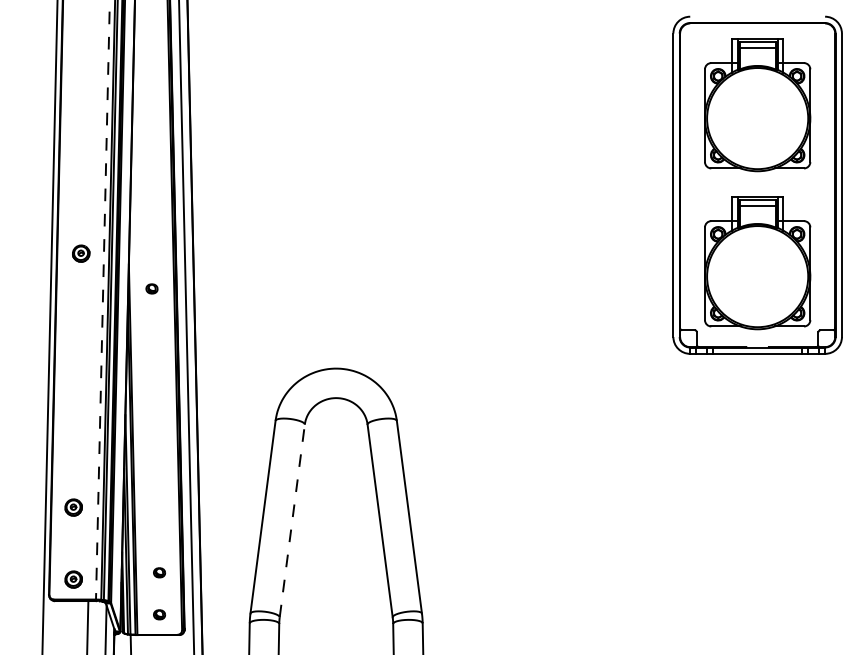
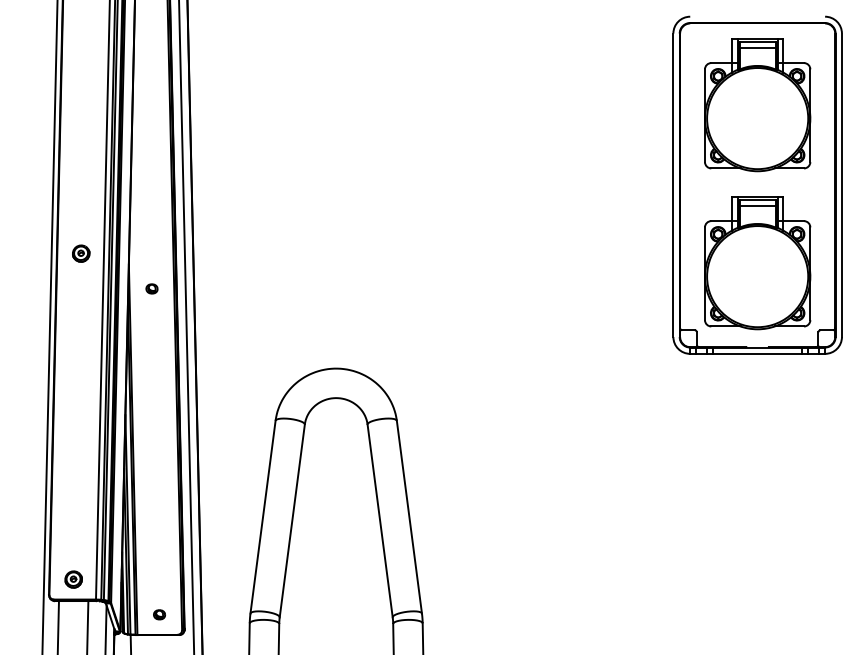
line at (102, 300): dashed -> solid
part at (73, 507): present -> none
line at (292, 520): dashed -> solid
part at (159, 572): present -> none
line at (57, 626): none -> present
